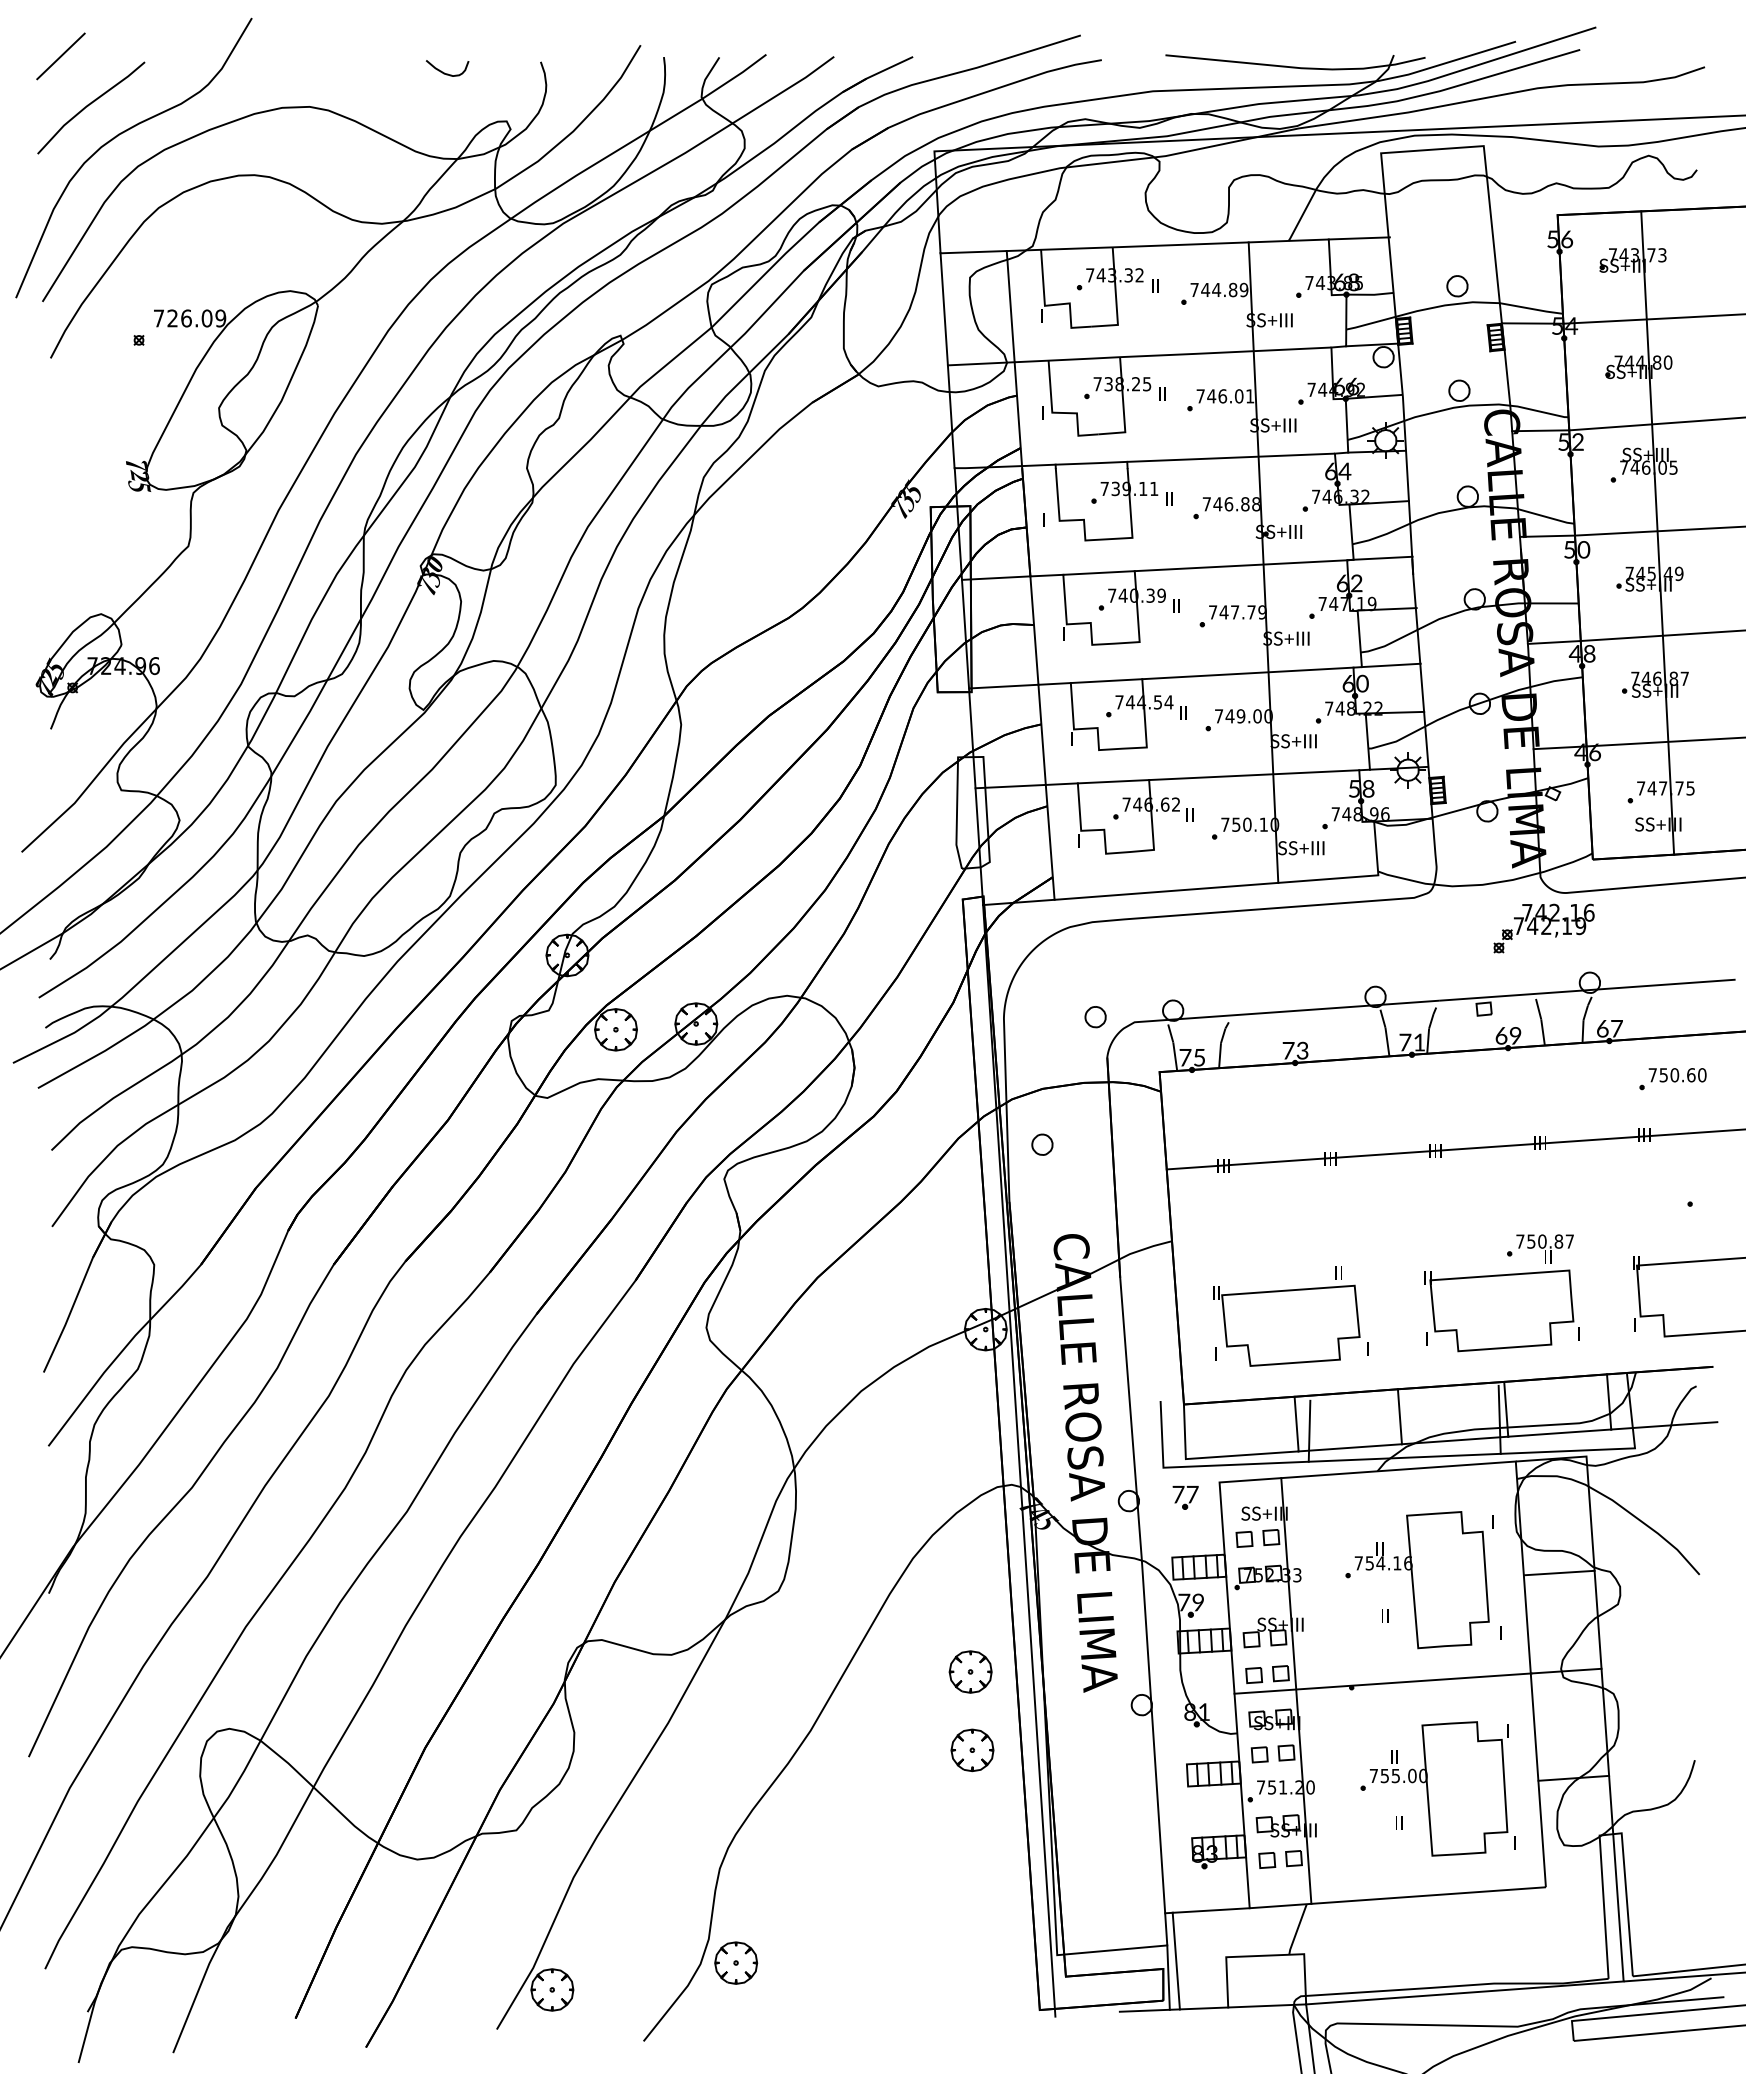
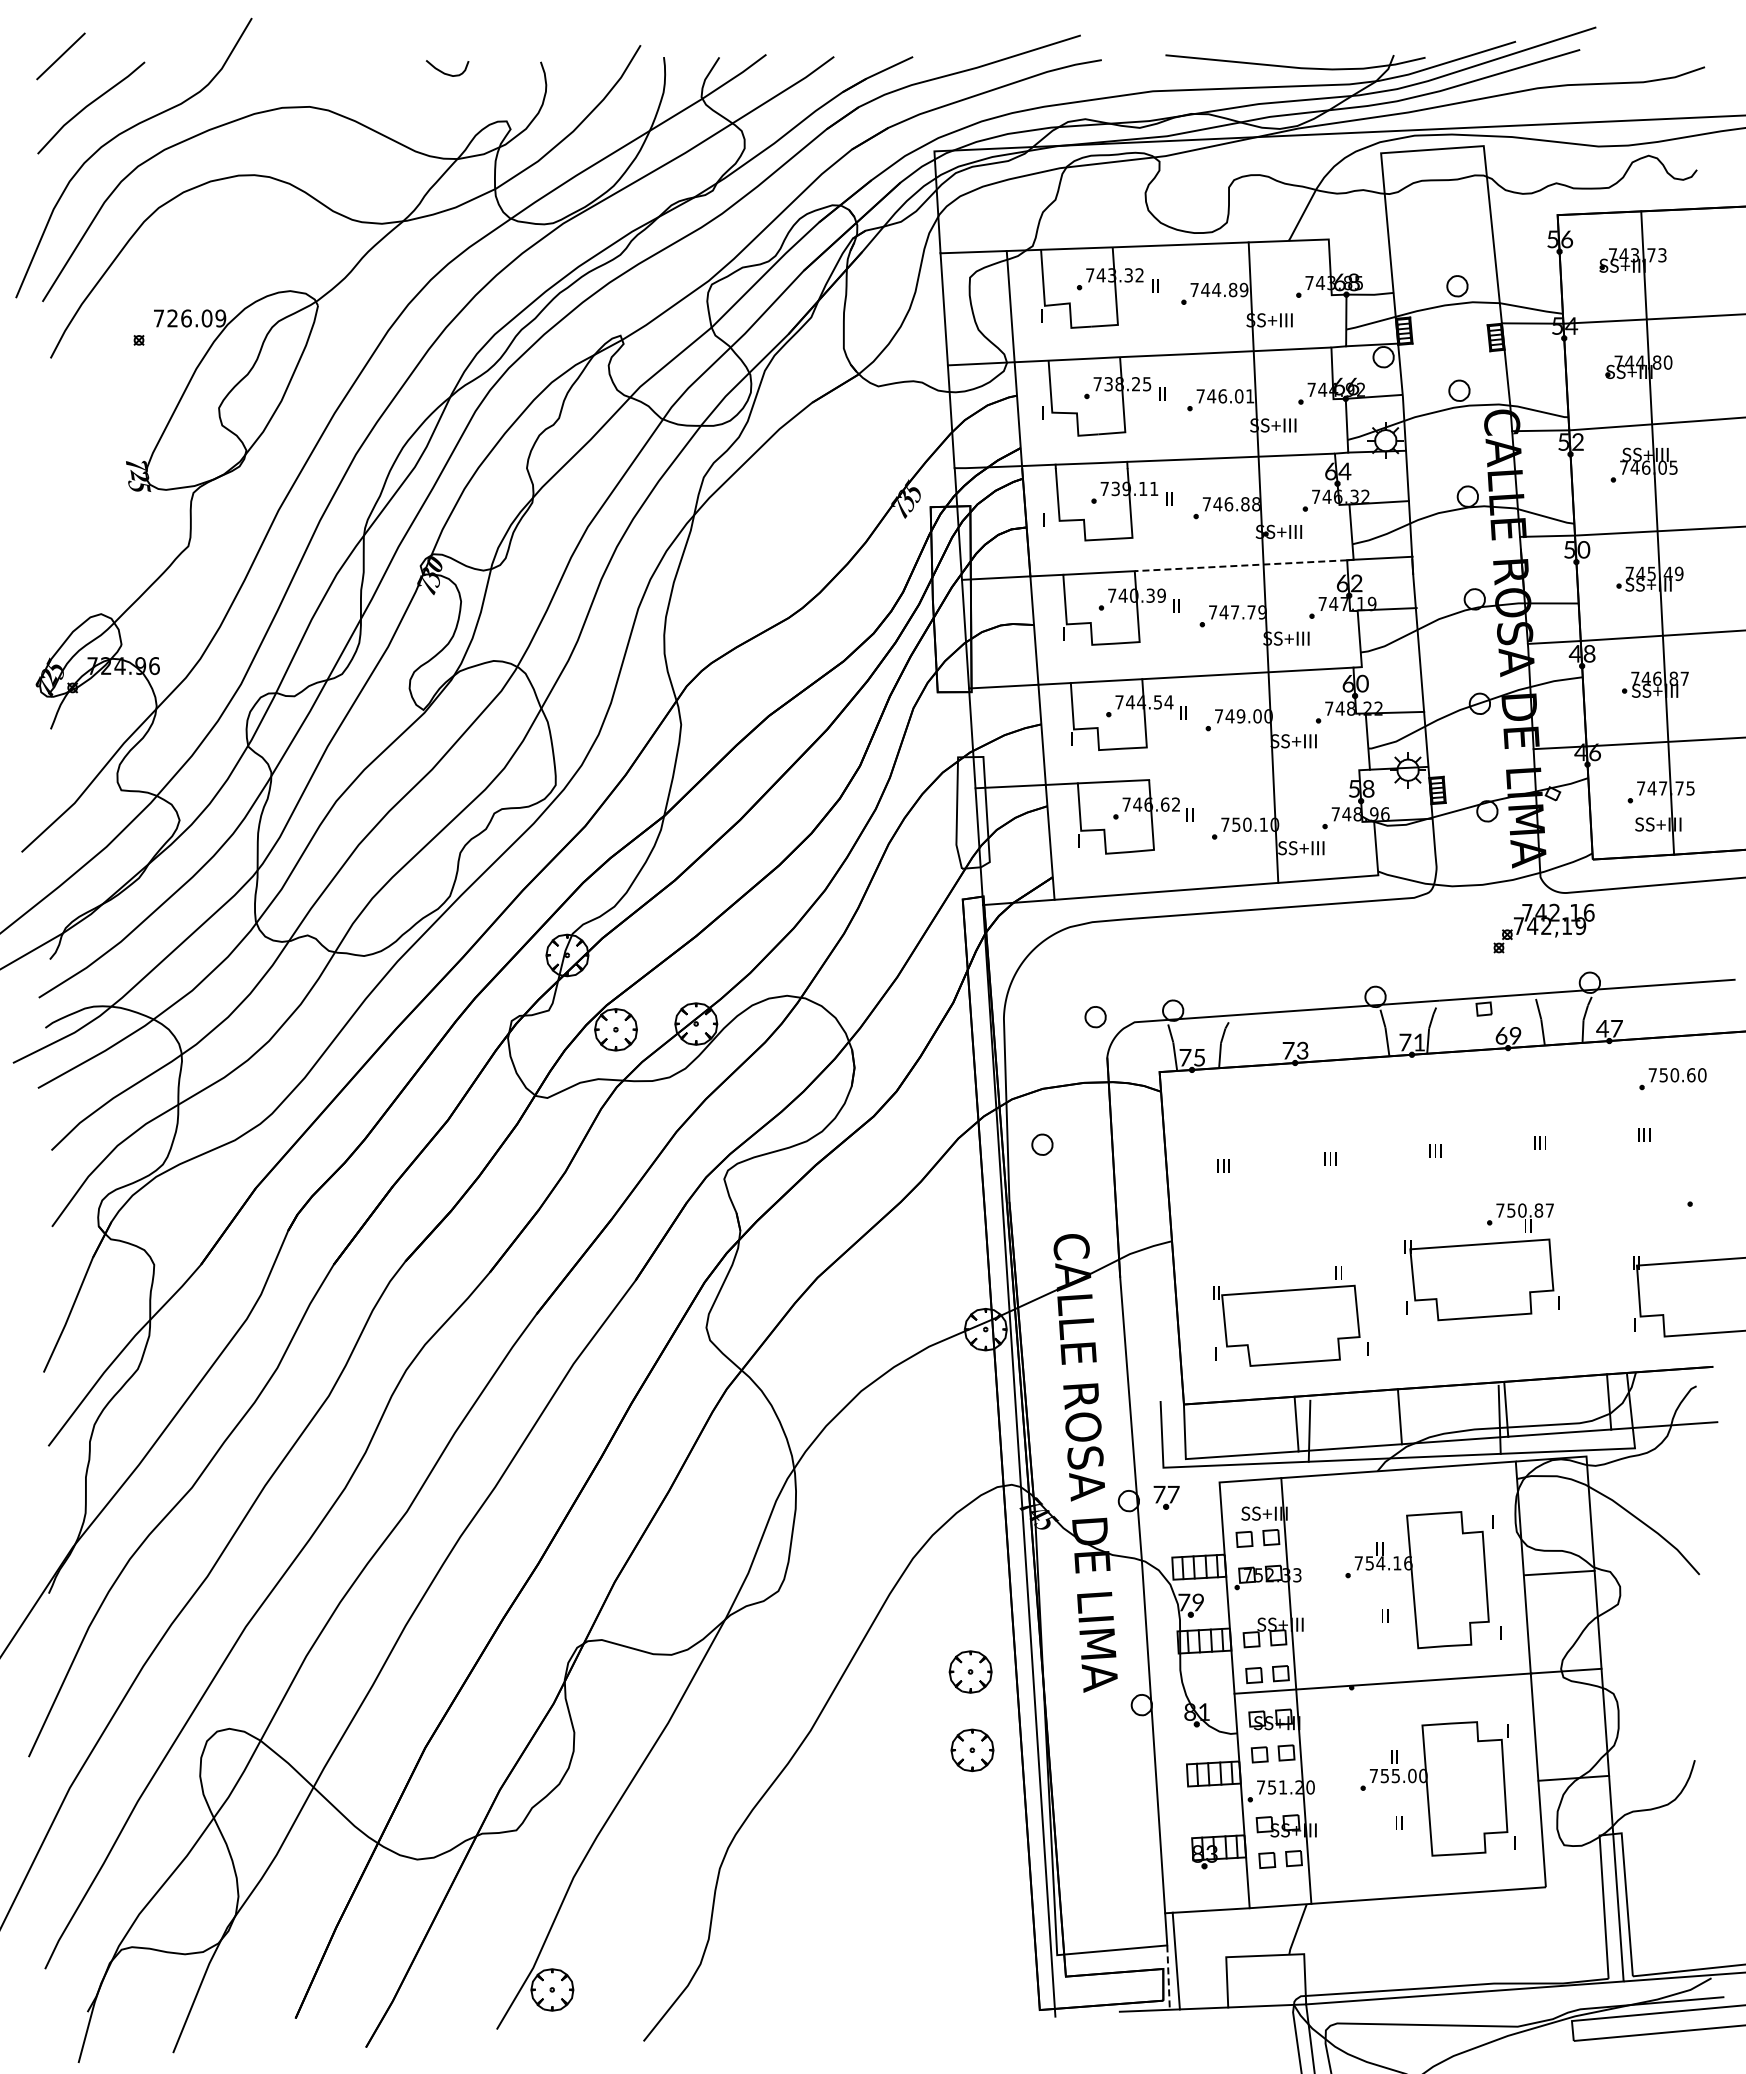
line at (1358, 238): present -> none
line at (1240, 565): solid -> dashed
line at (1390, 665): present -> none
line at (1254, 775): present -> none
text at (1602, 1028): 67 -> 47
line at (1454, 1149): present -> none
part at (1501, 1293) position: (1501, 1293) -> (1481, 1262)
part at (1185, 1497) position: (1185, 1497) -> (1166, 1497)
part at (736, 1962): present -> none
line at (1168, 1978): solid -> dashed
